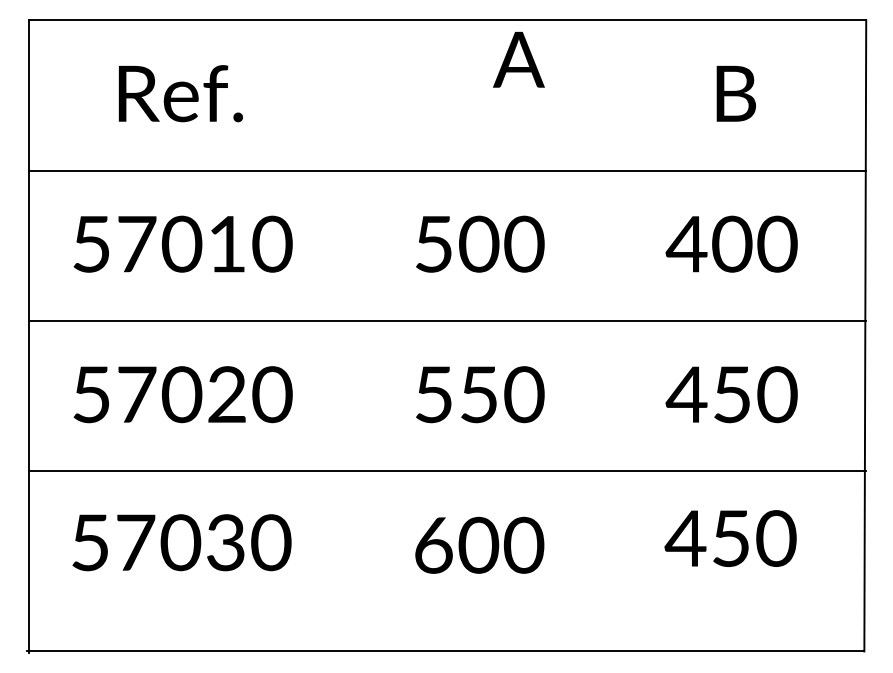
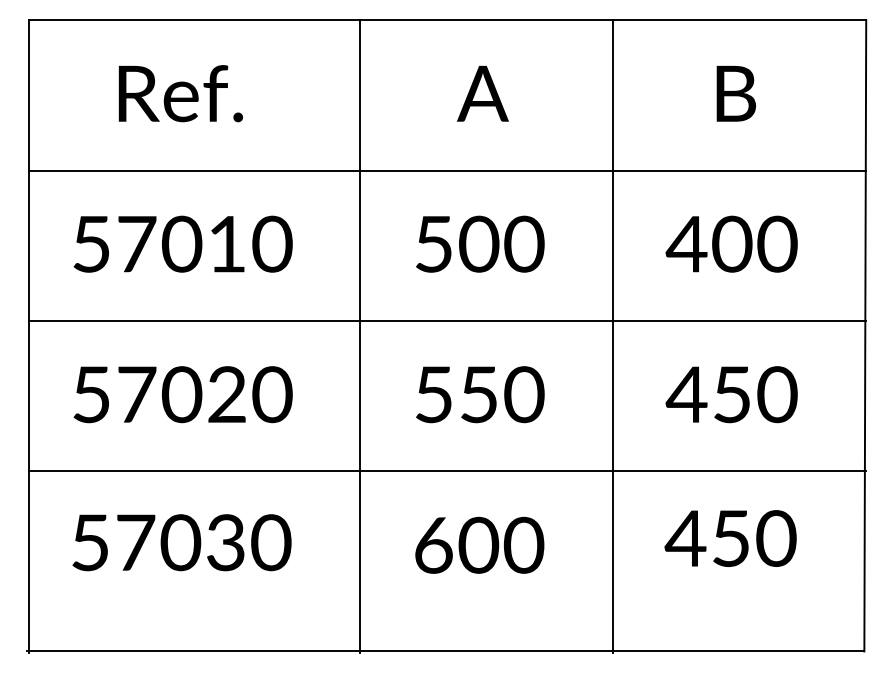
text at (518, 59) position: (518, 59) -> (482, 93)
line at (360, 336): none -> present
line at (613, 336): none -> present
